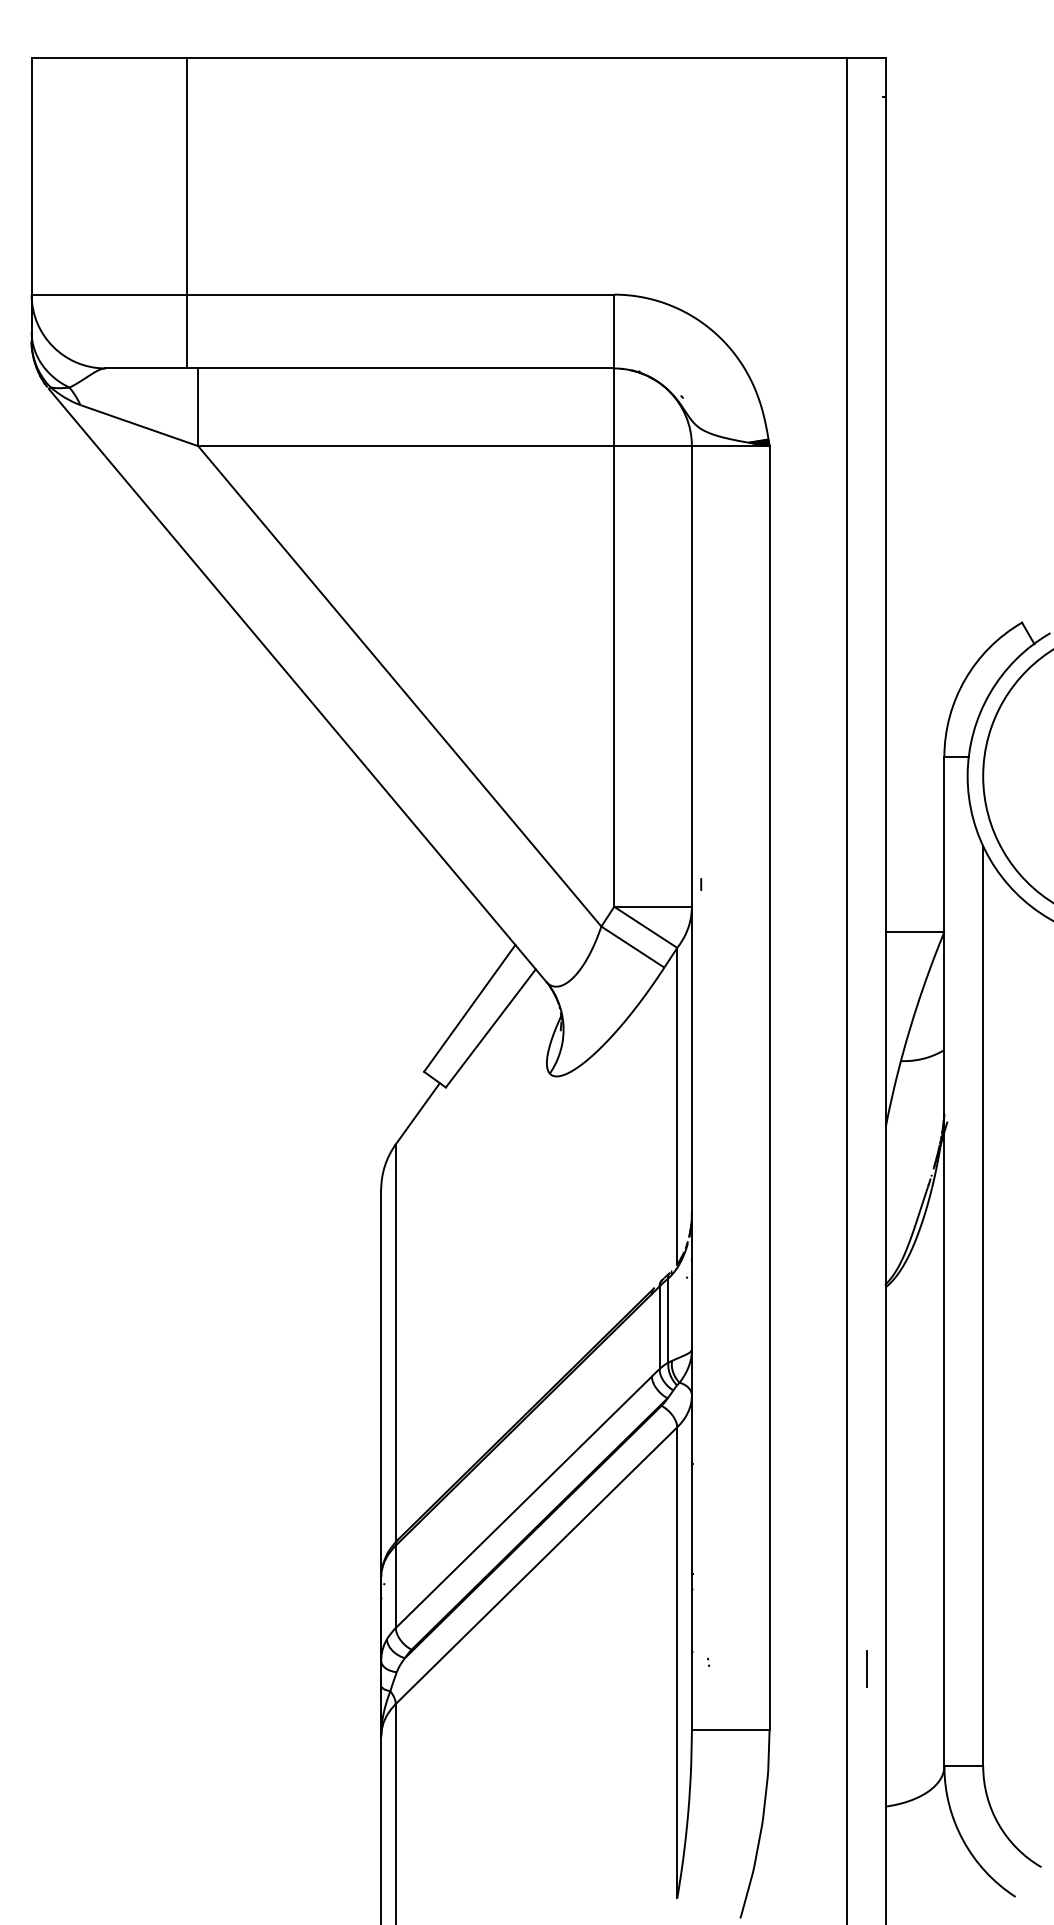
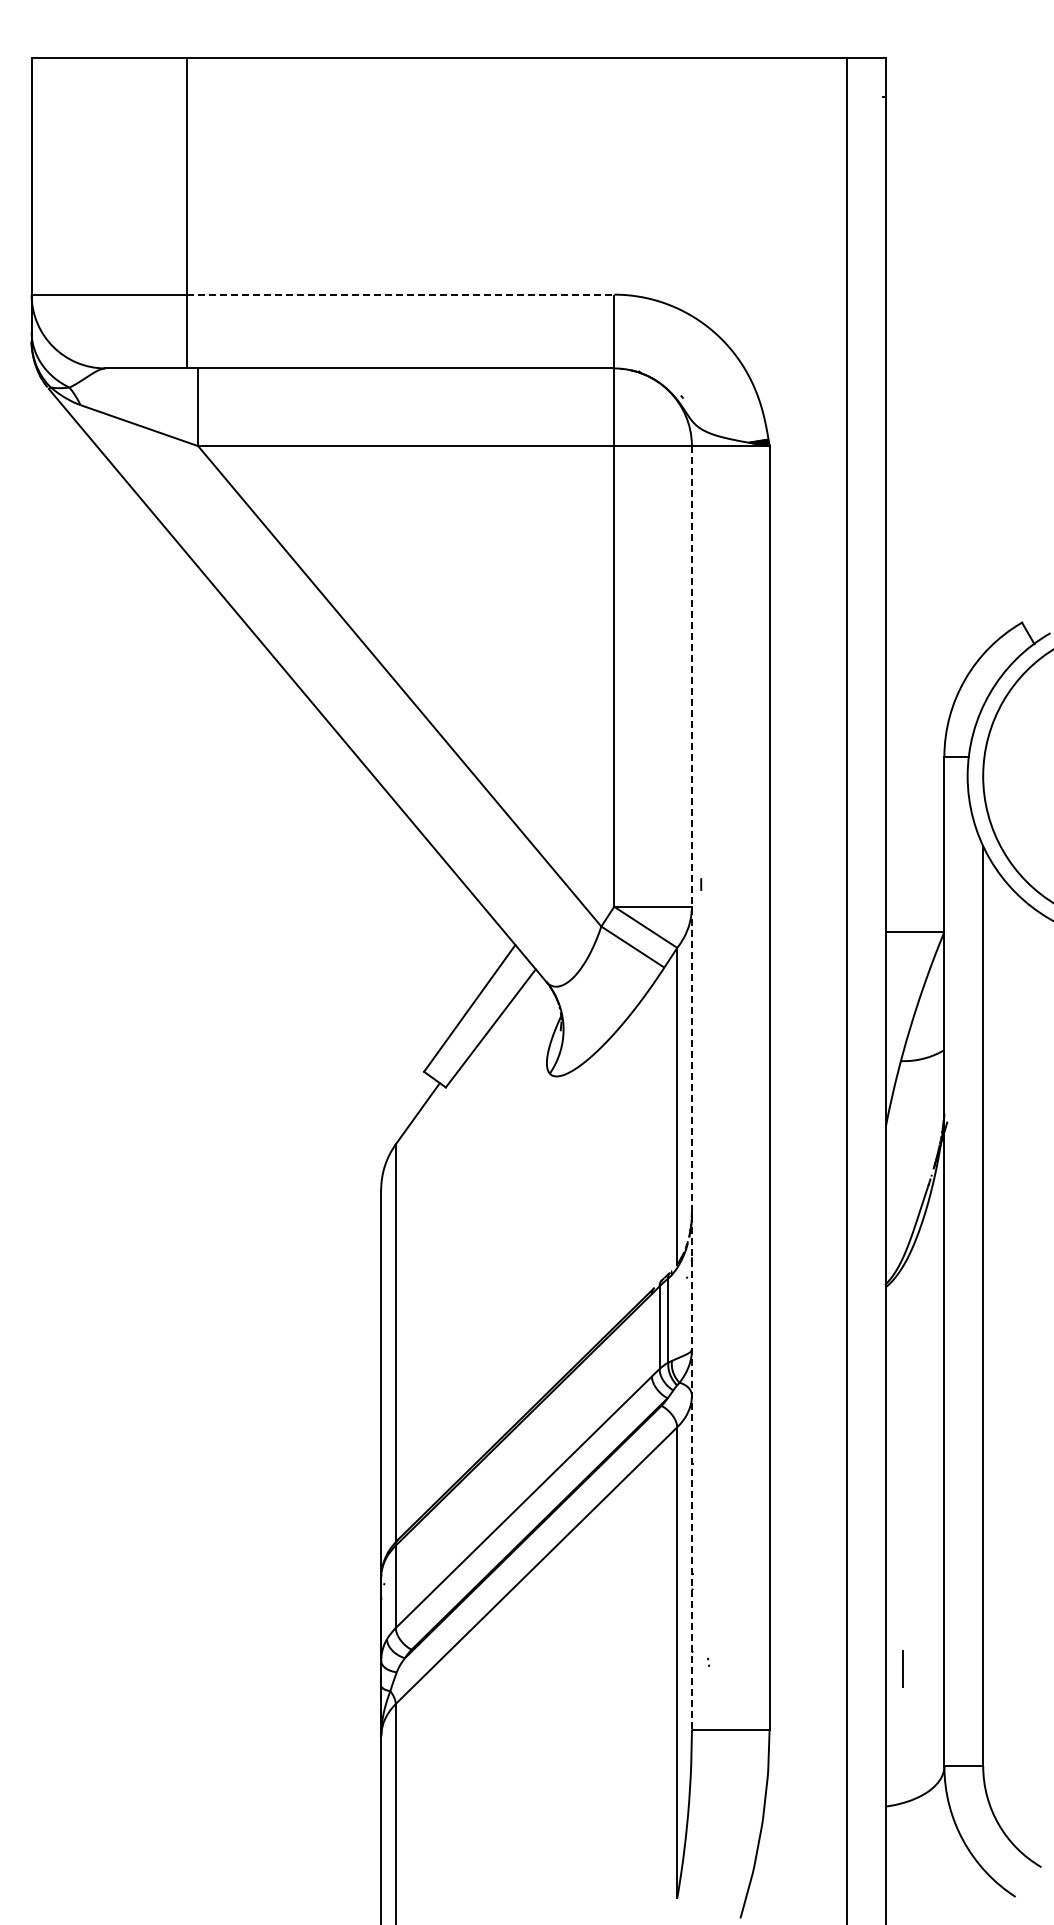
line at (400, 294): solid -> dashed
line at (691, 1087): solid -> dashed
line at (866, 1668) position: (866, 1668) -> (902, 1668)
